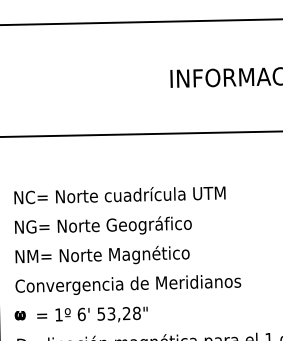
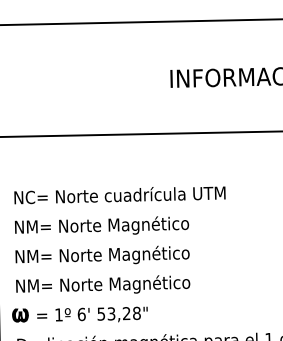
text at (108, 225): NG= Norte Geográfico -> NM= Norte Magnético
text at (128, 284): Convergencia de Meridianos -> NM= Norte Magnético
part at (19, 315) size: 12x10 px -> 17x15 px
